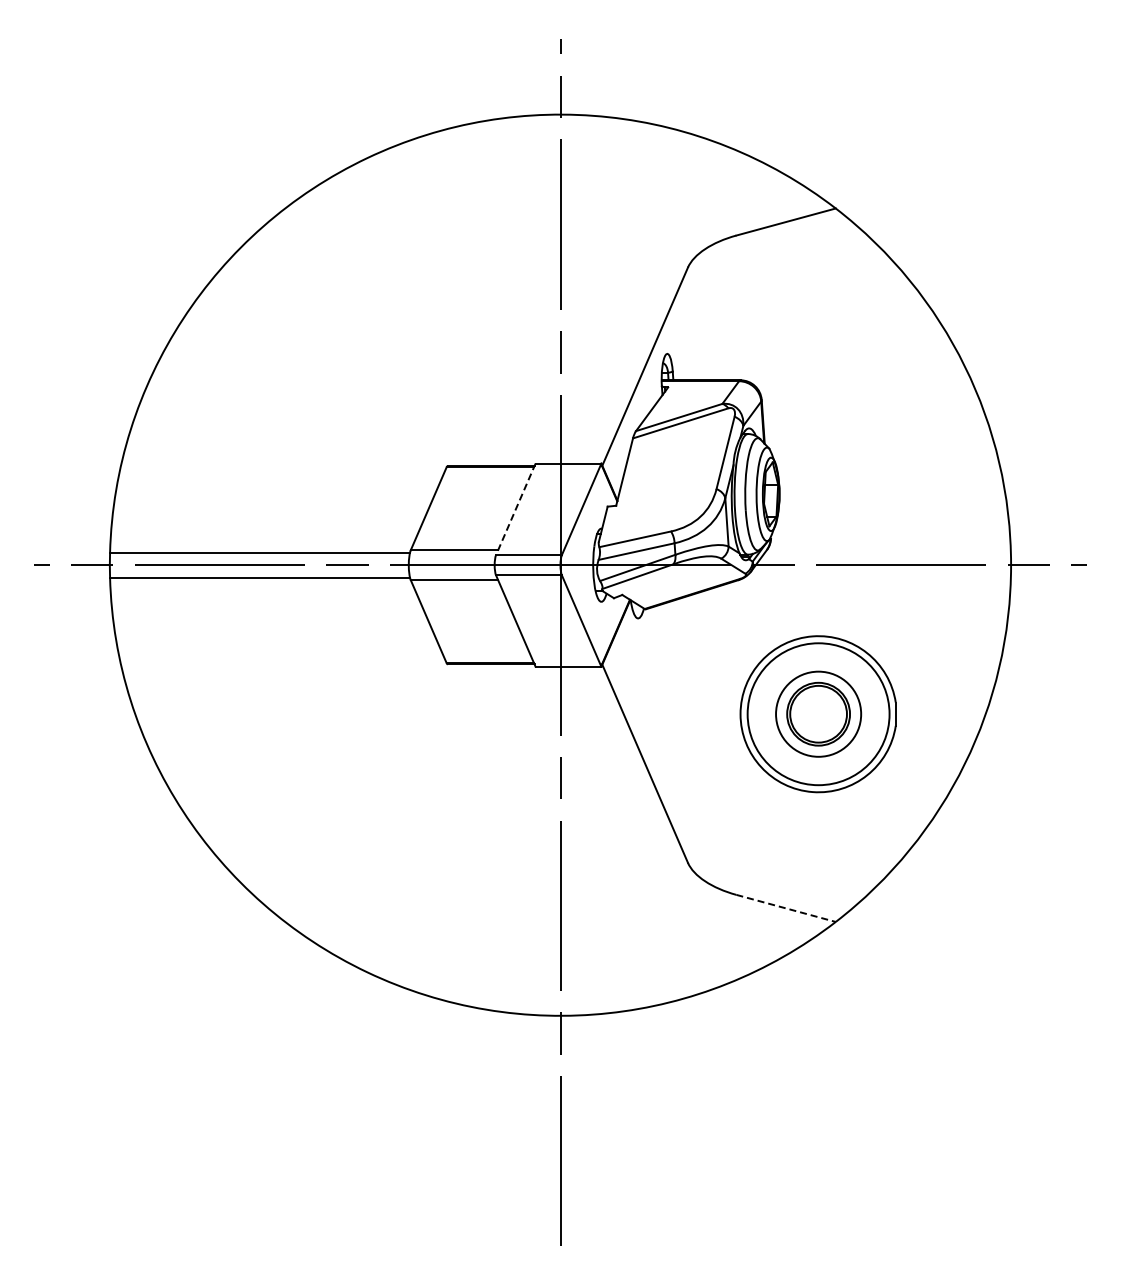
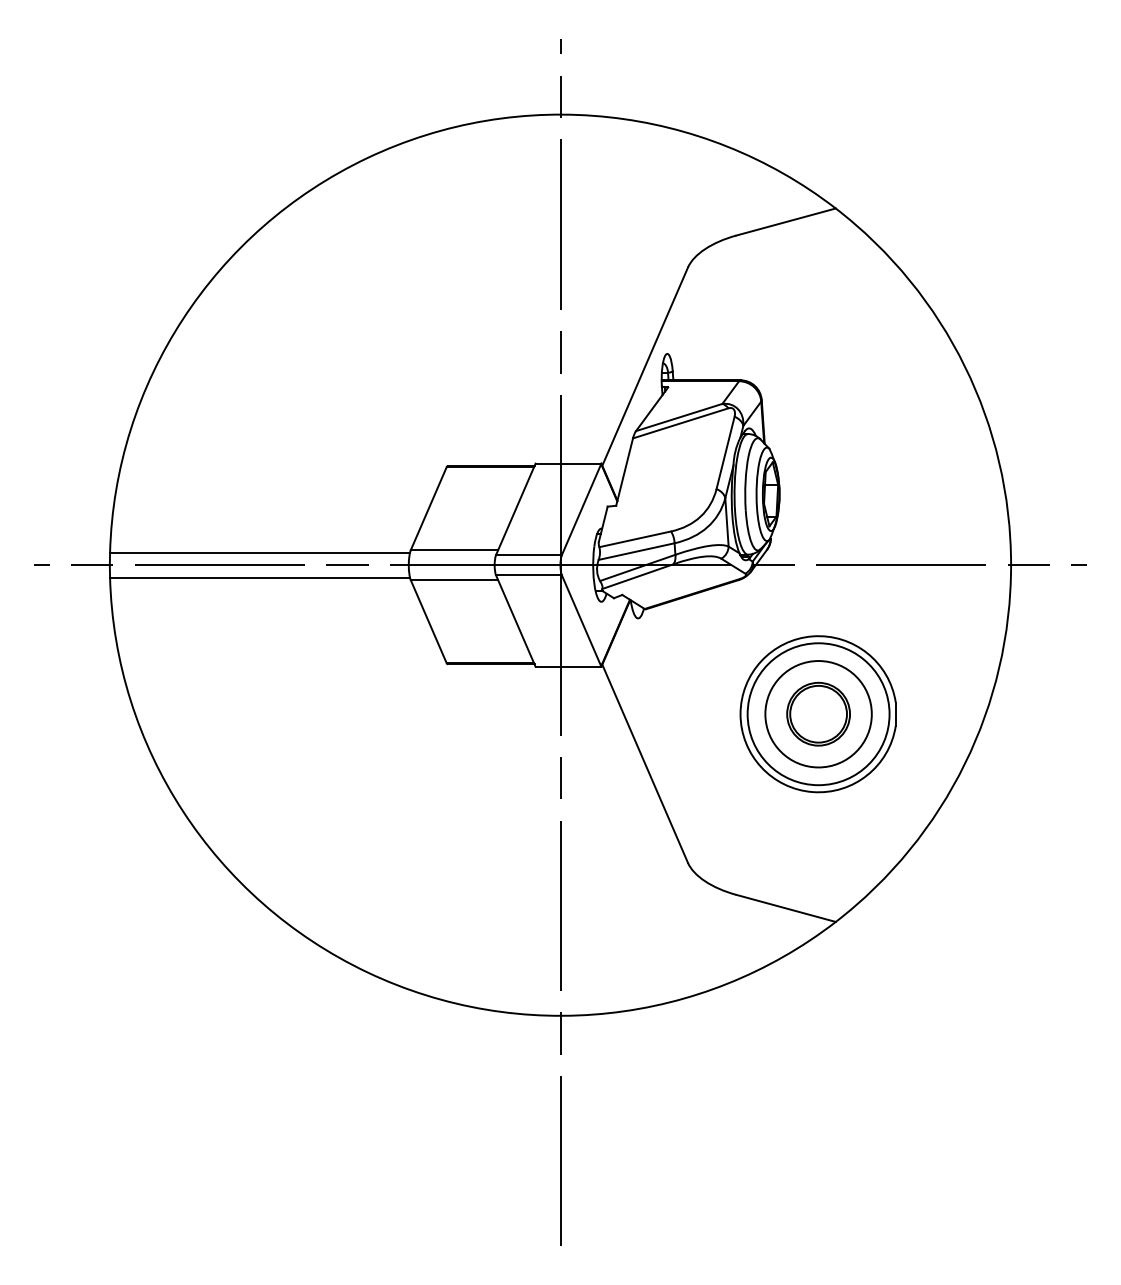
line at (515, 509): dashed -> solid
circle at (818, 713) diameter: 85 px -> 106 px
line at (786, 908): dashed -> solid
